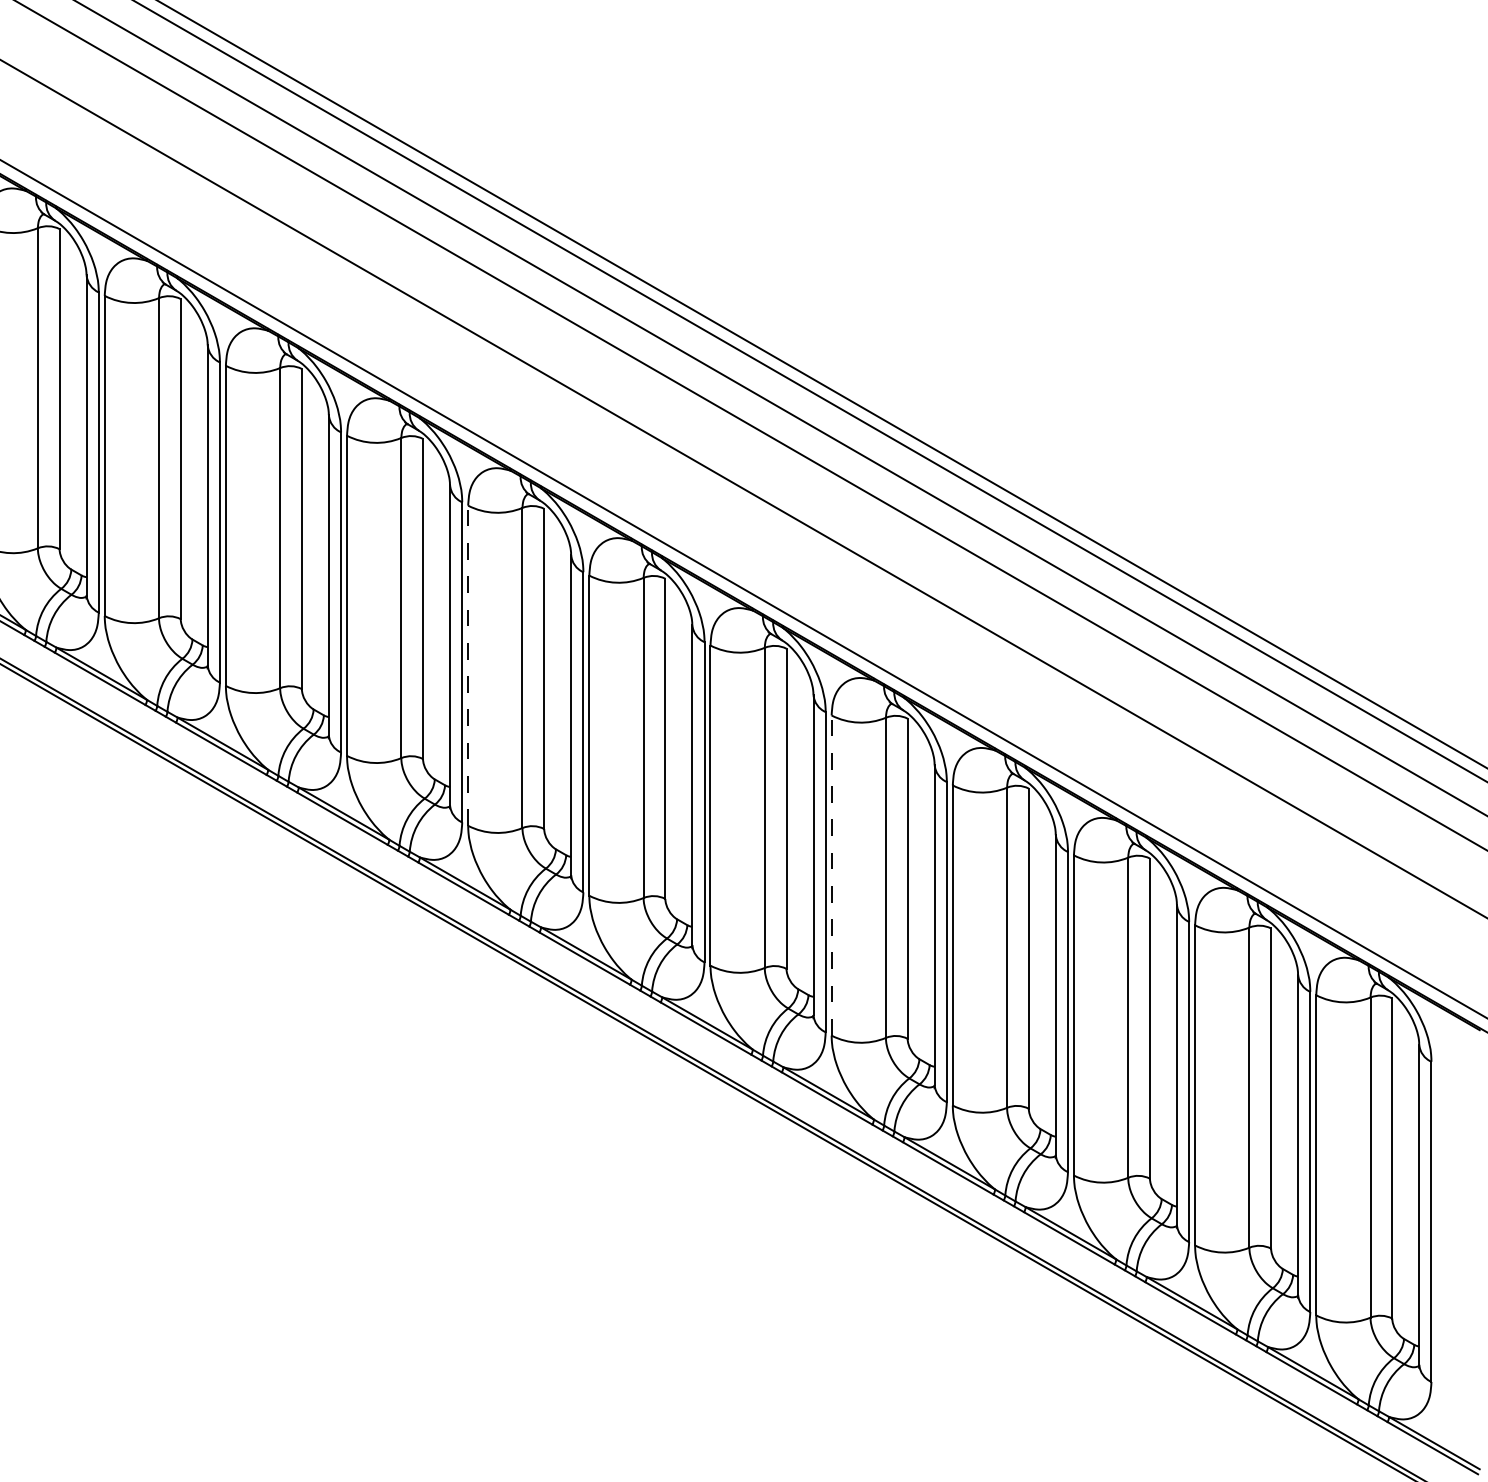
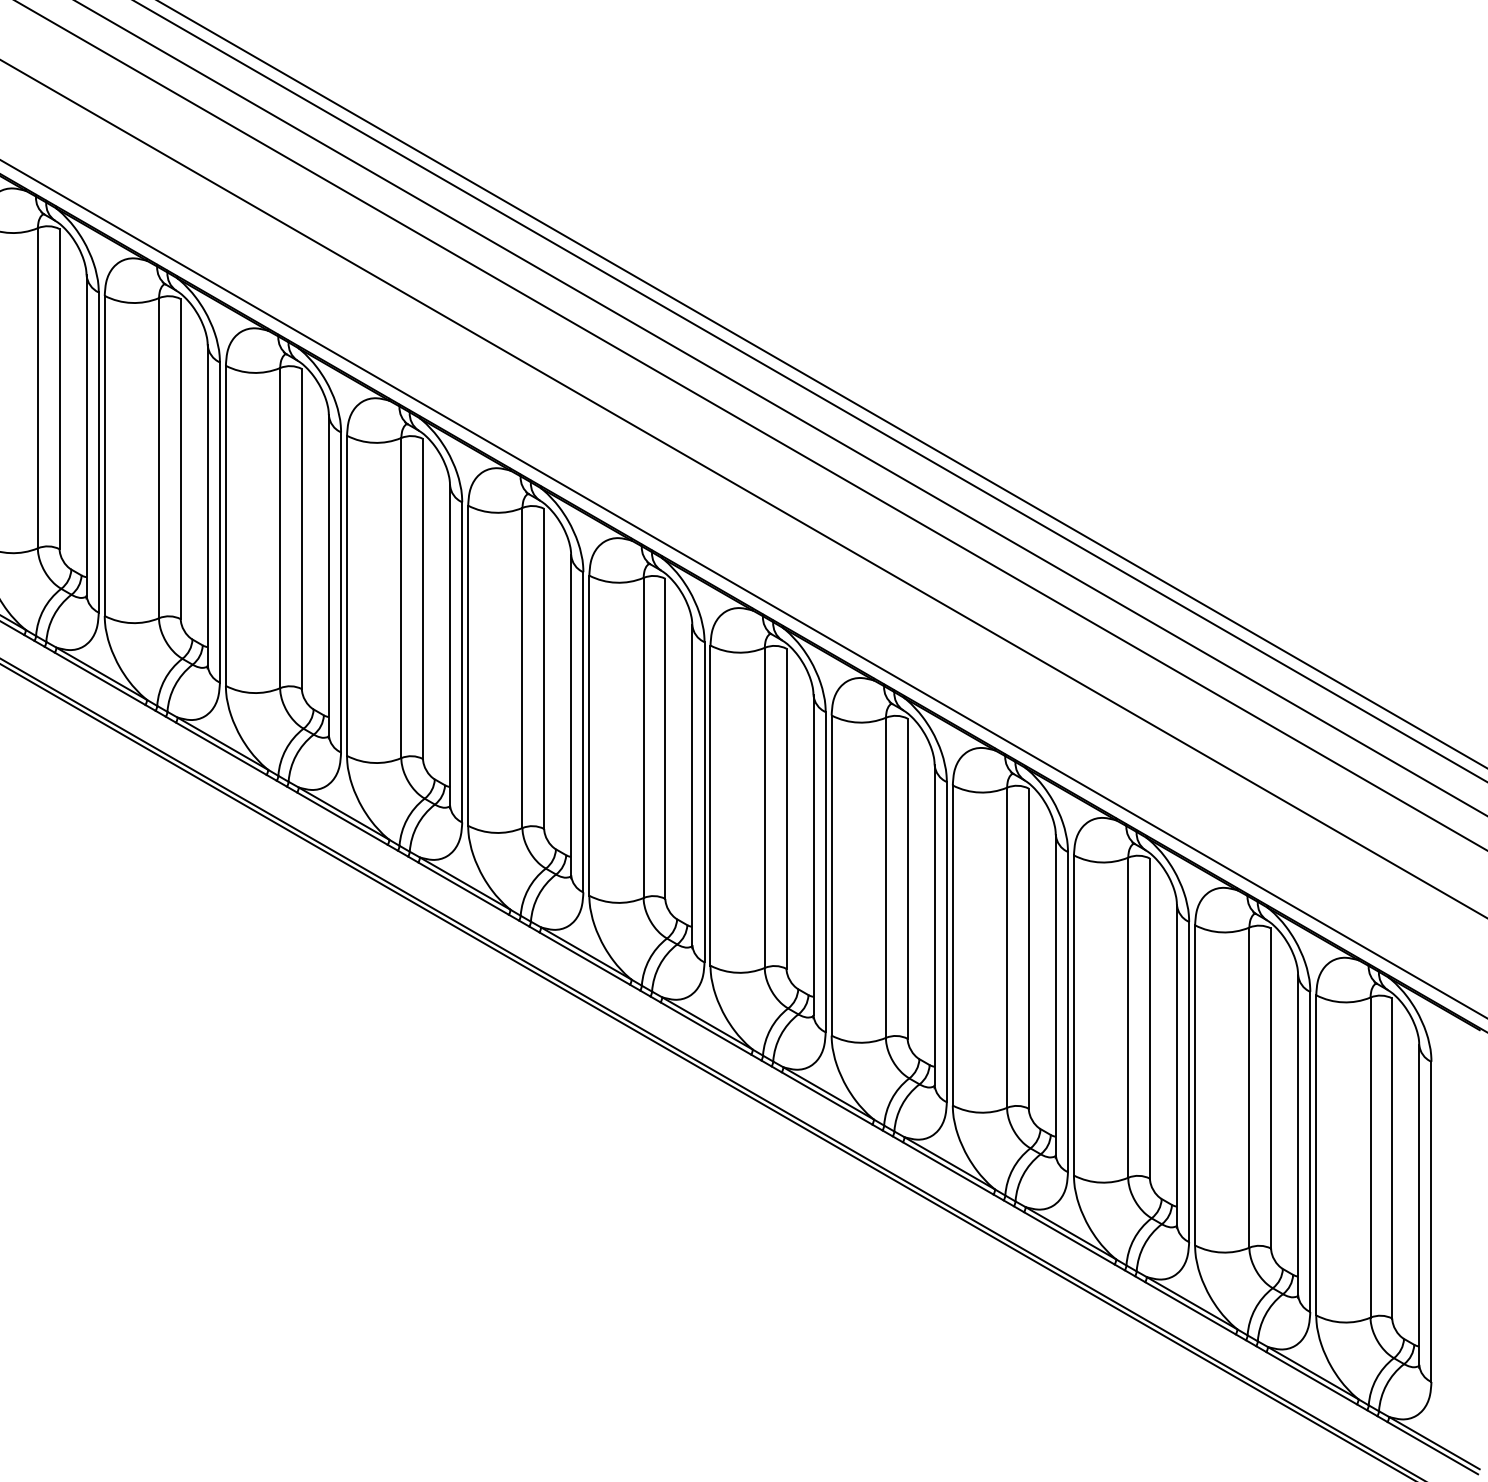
line at (468, 665): dashed -> solid
line at (831, 875): dashed -> solid
